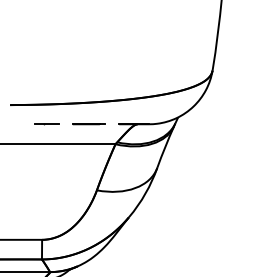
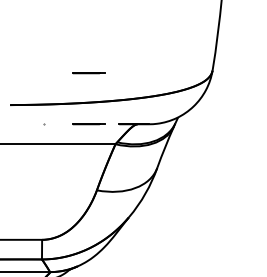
line at (88, 73): none -> present
line at (46, 124): present -> none
